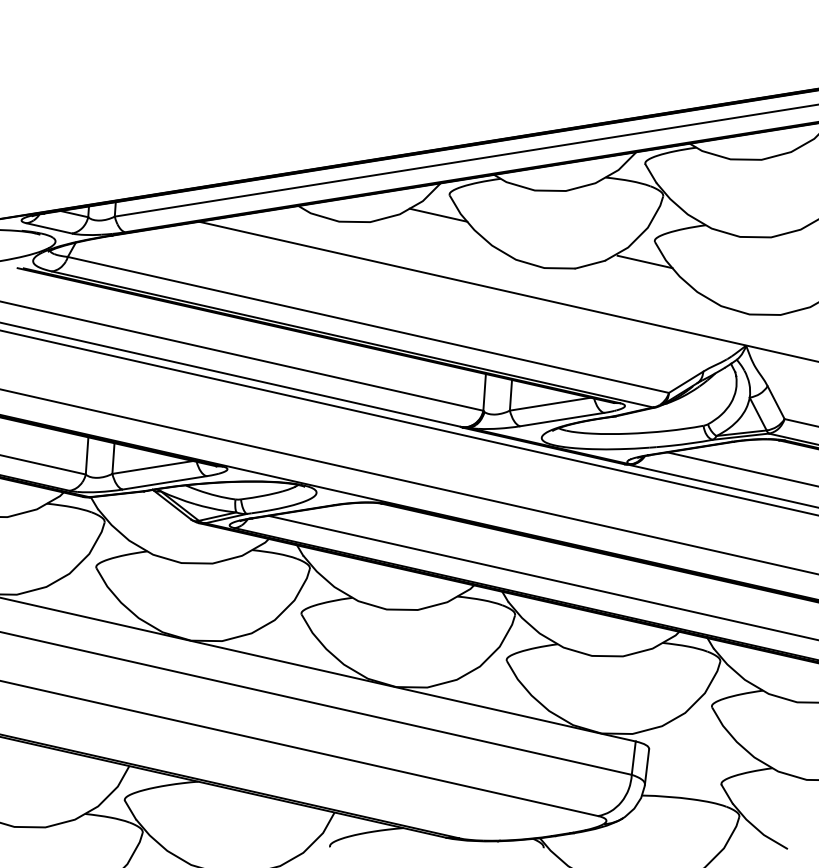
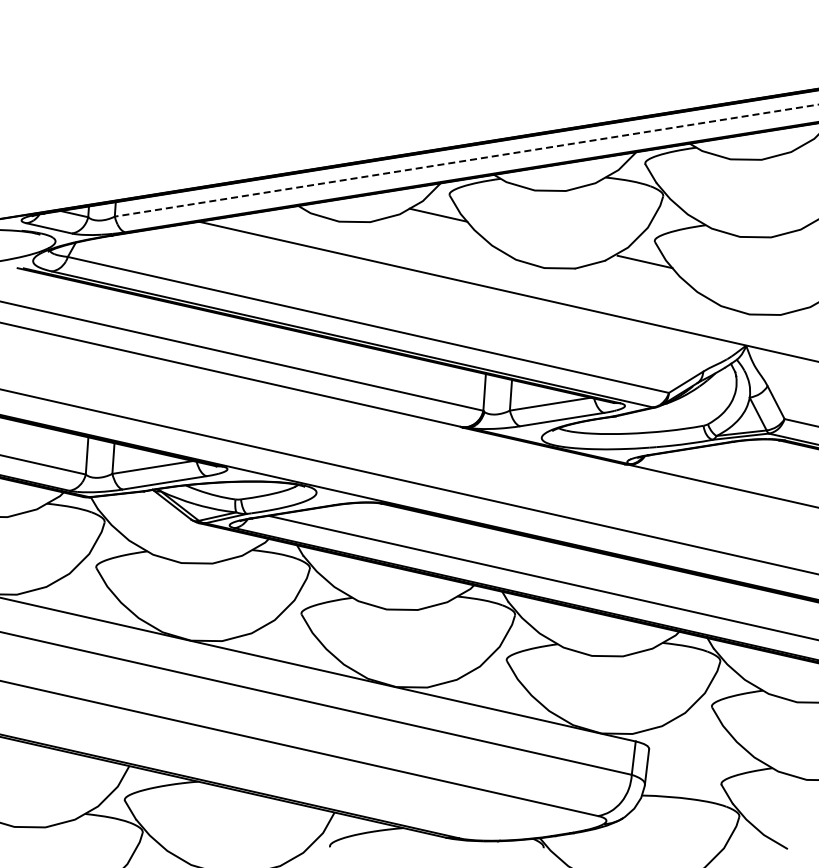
line at (466, 160): solid -> dashed
line at (408, 422): present -> none
line at (741, 468): present -> none
